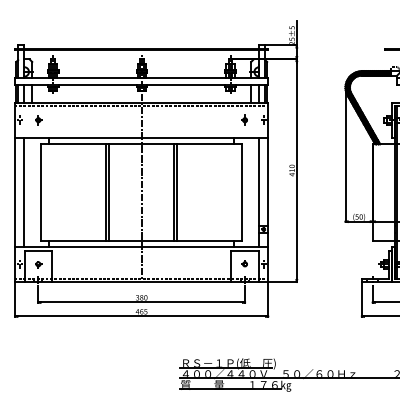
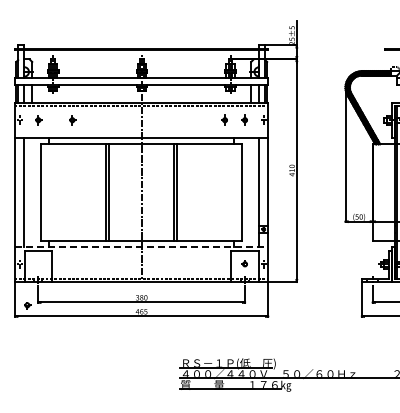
part at (224, 119): none -> present
part at (72, 120): none -> present
line at (142, 246): solid -> dashed
part at (38, 264) position: (38, 264) -> (27, 305)
